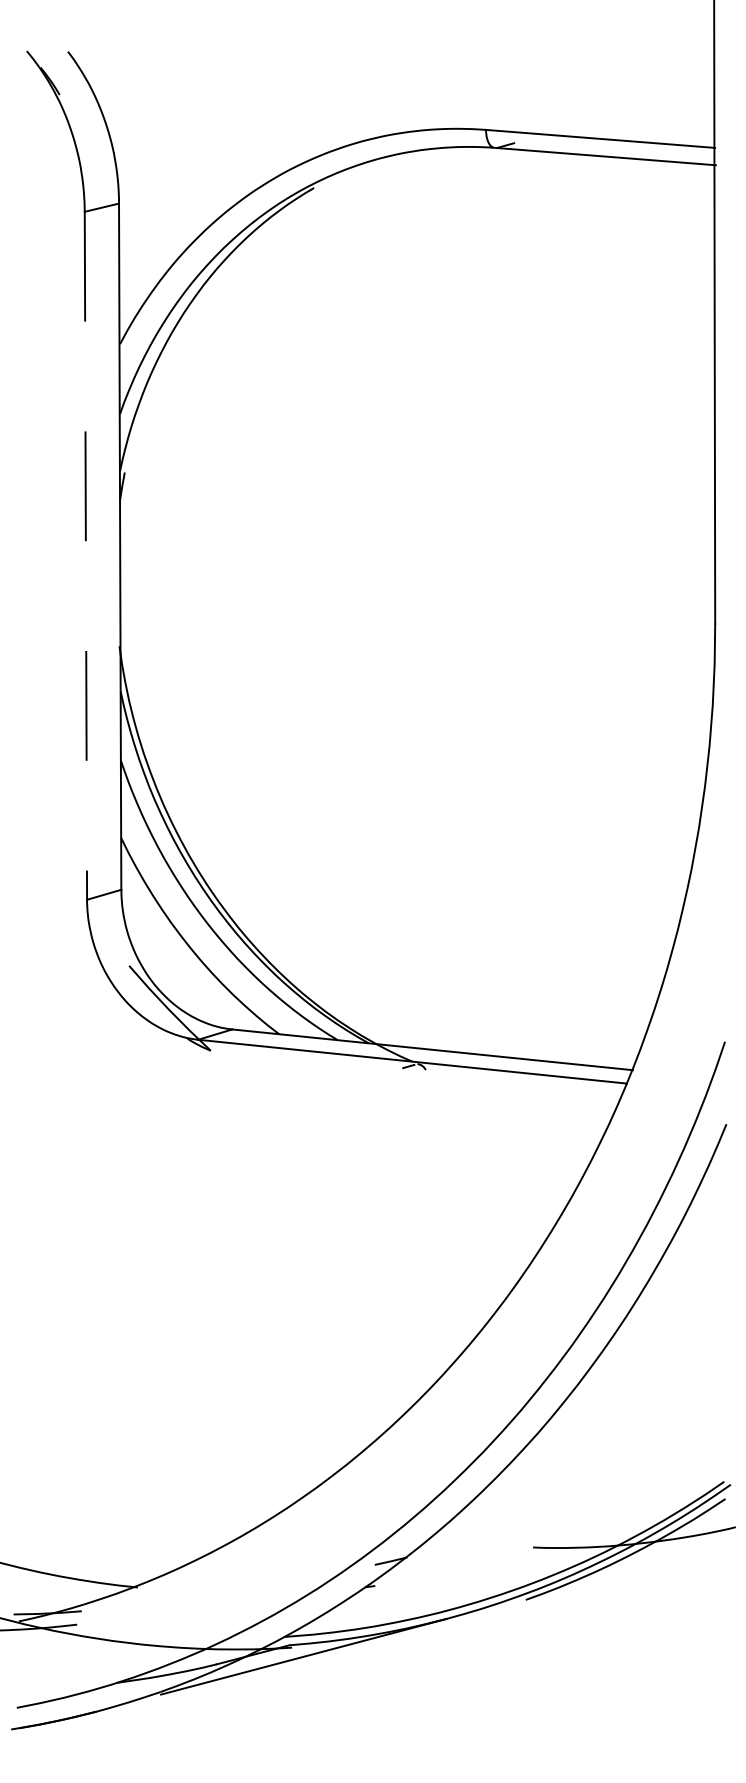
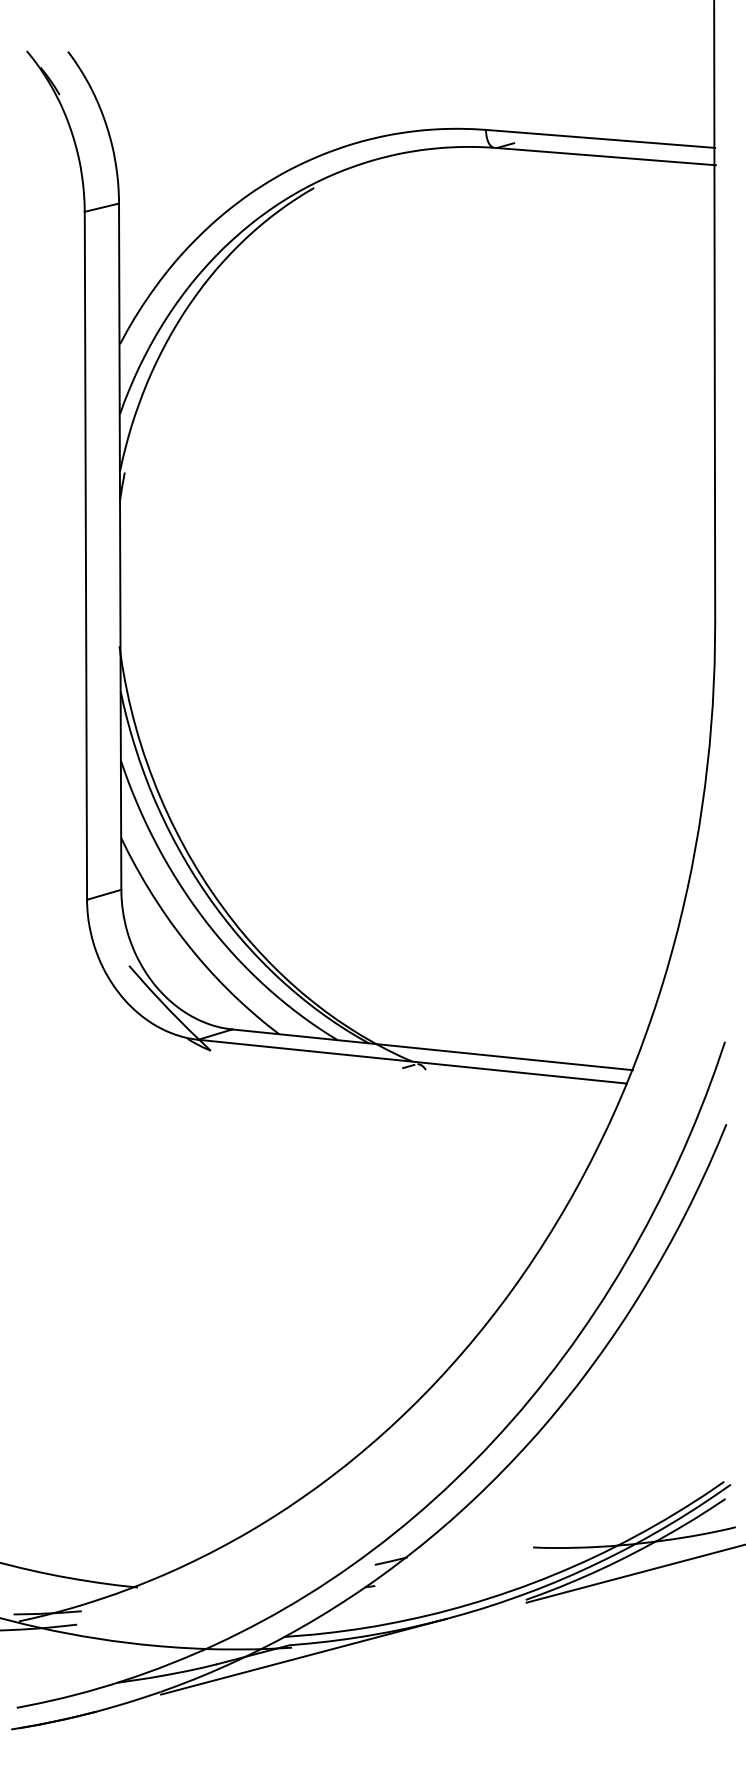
line at (85, 555): dashed -> solid
line at (634, 1573): none -> present
